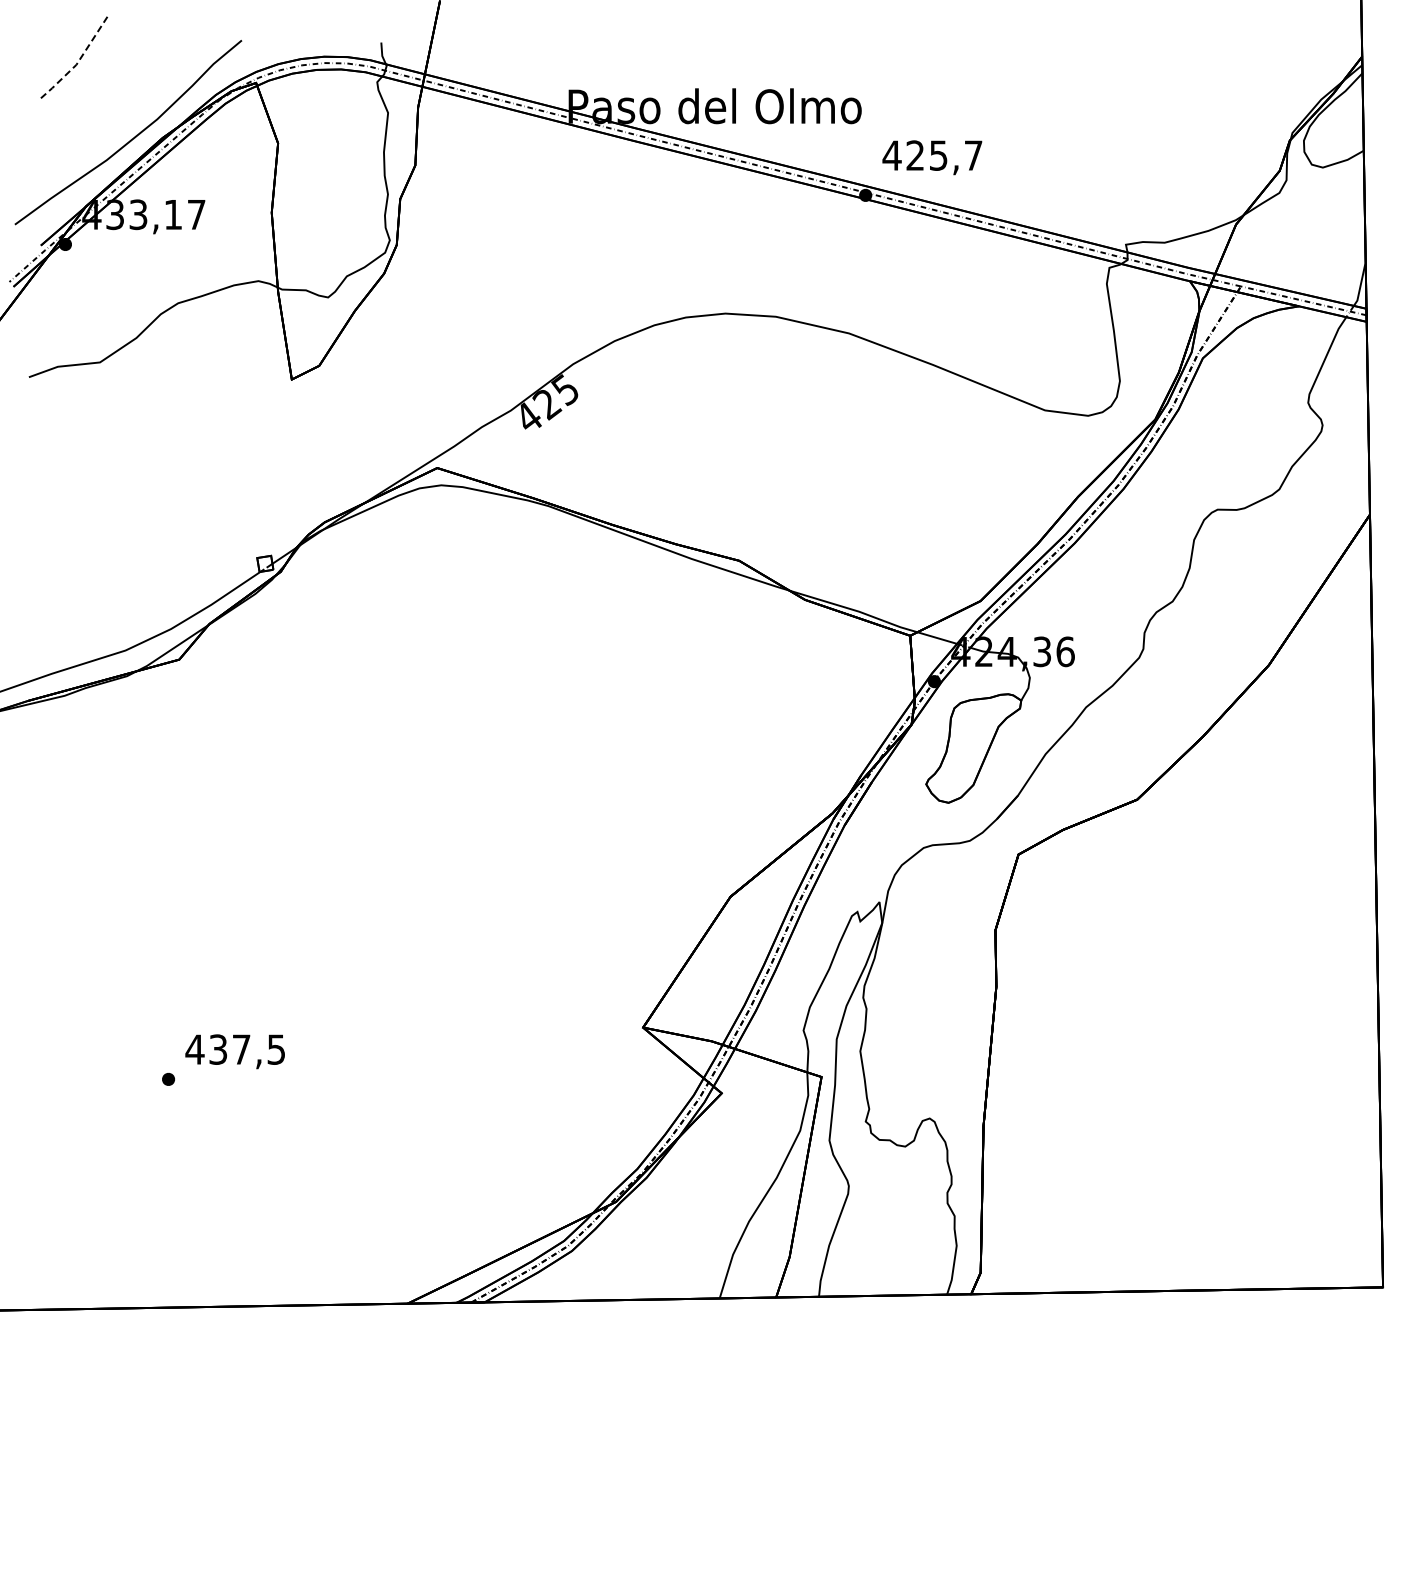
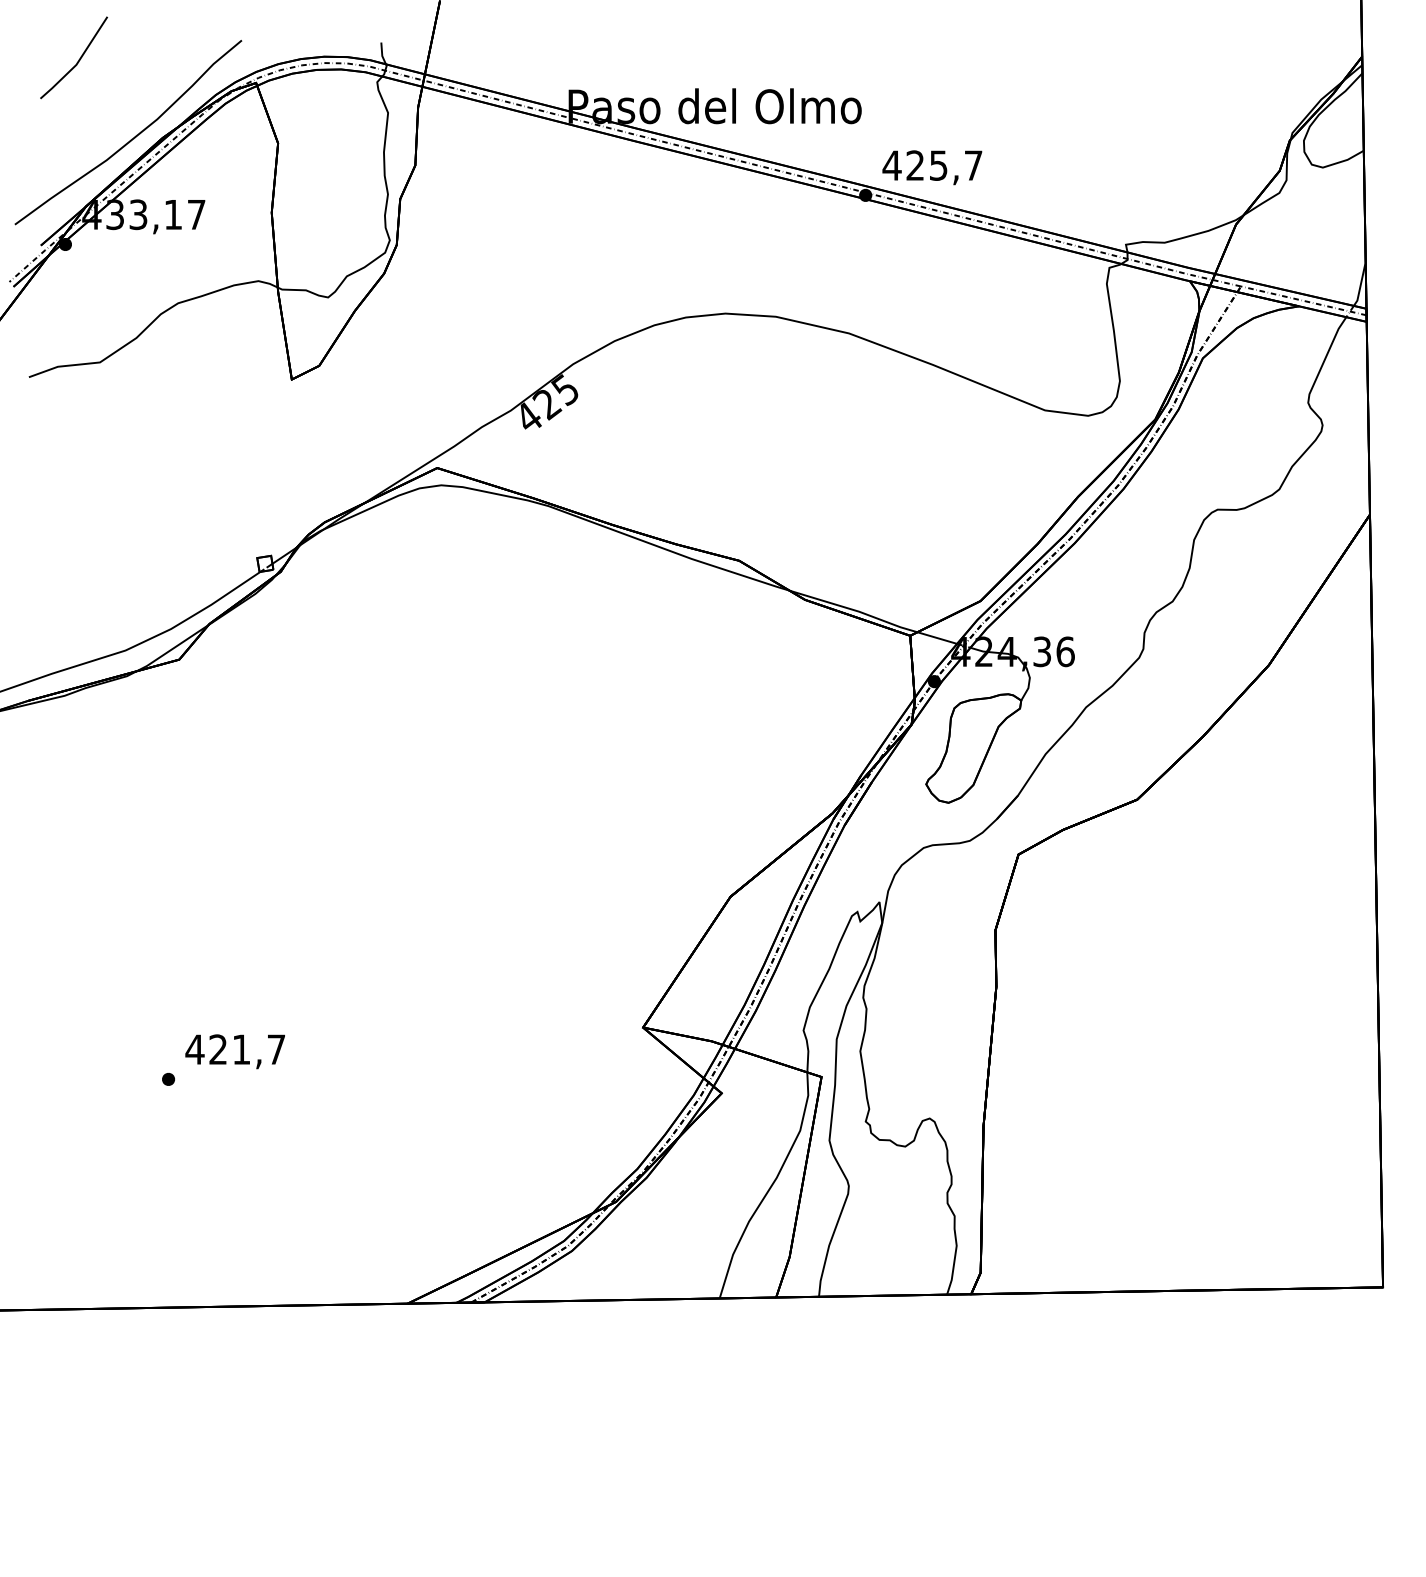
line at (78, 62): dashed -> solid
text at (932, 157) position: (932, 157) -> (932, 167)
text at (246, 1049): 437,5 -> 421,7
